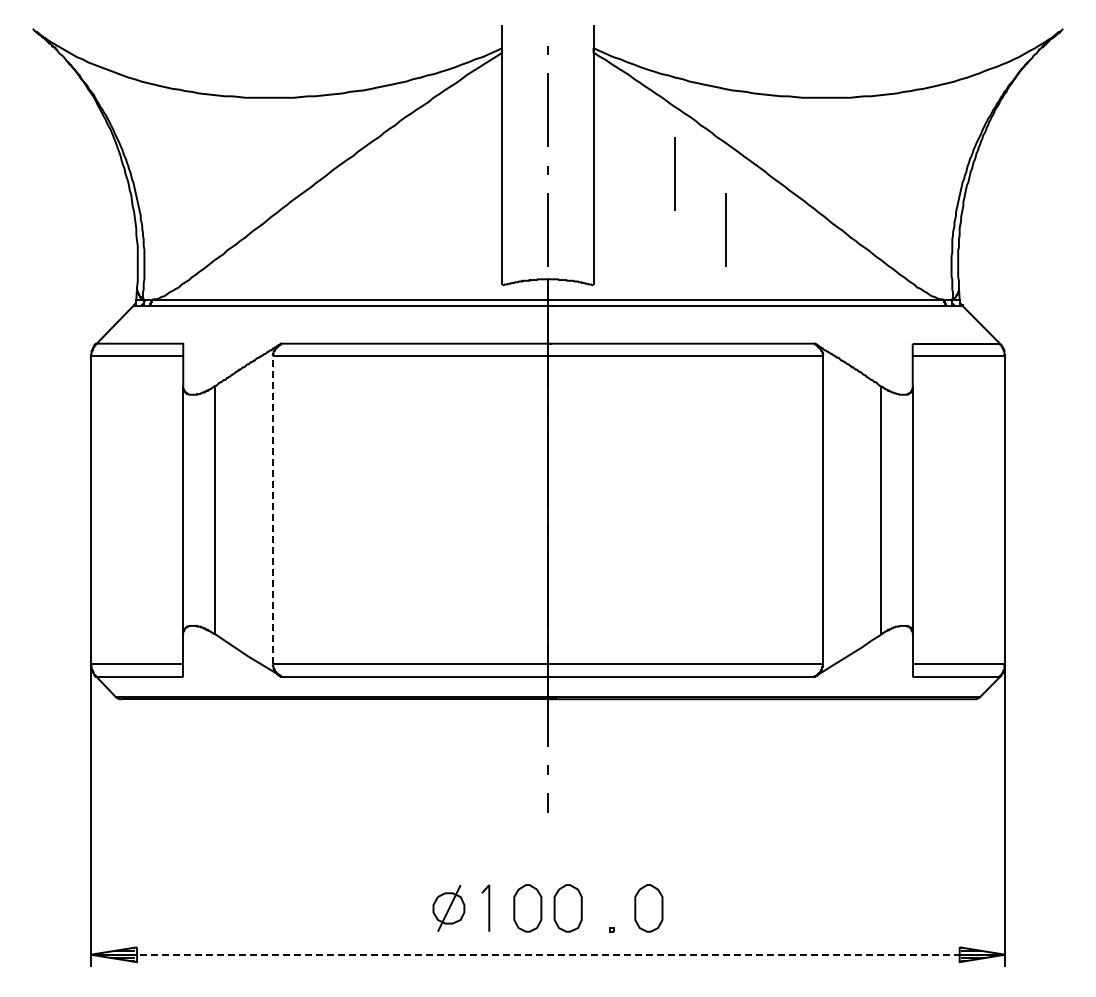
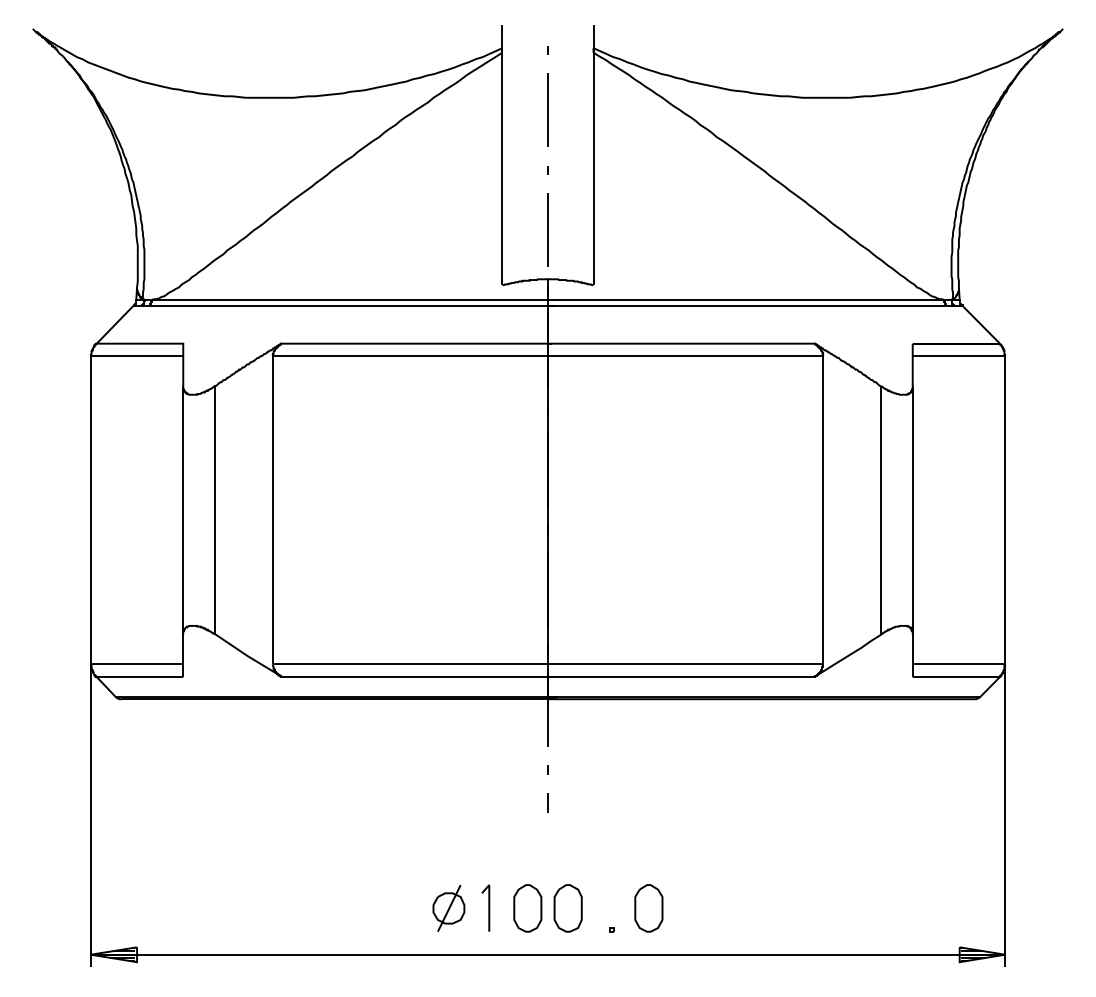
line at (674, 173): present -> none
line at (725, 229): present -> none
line at (272, 509): dashed -> solid
line at (547, 954): dashed -> solid
